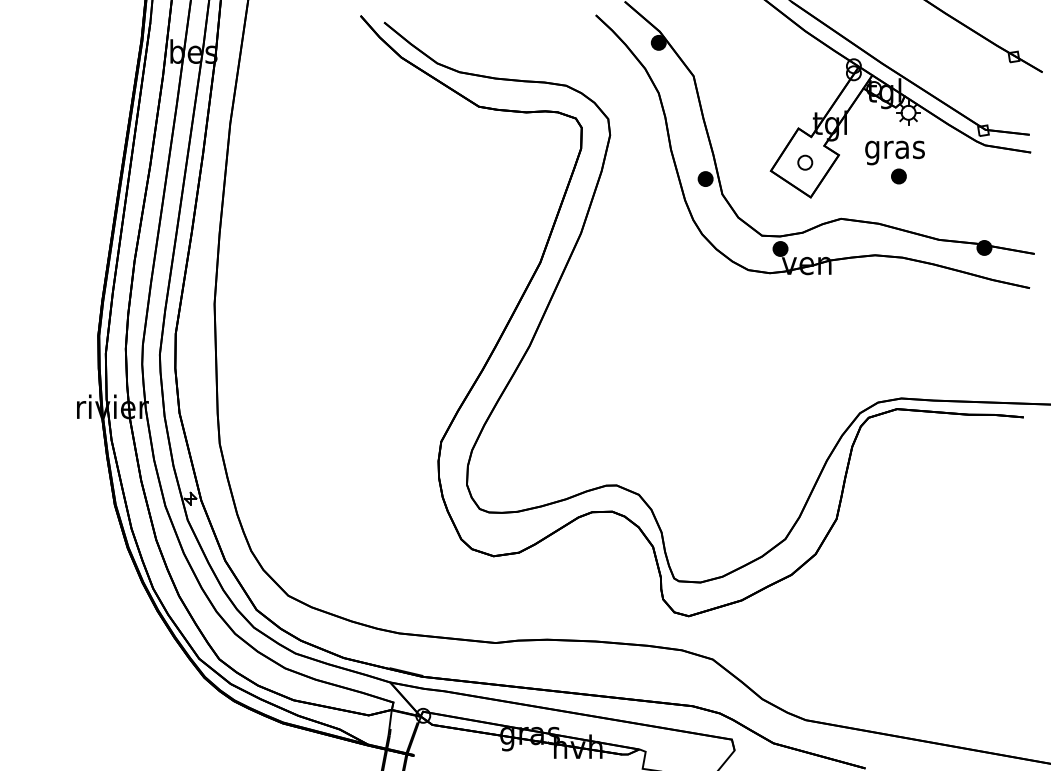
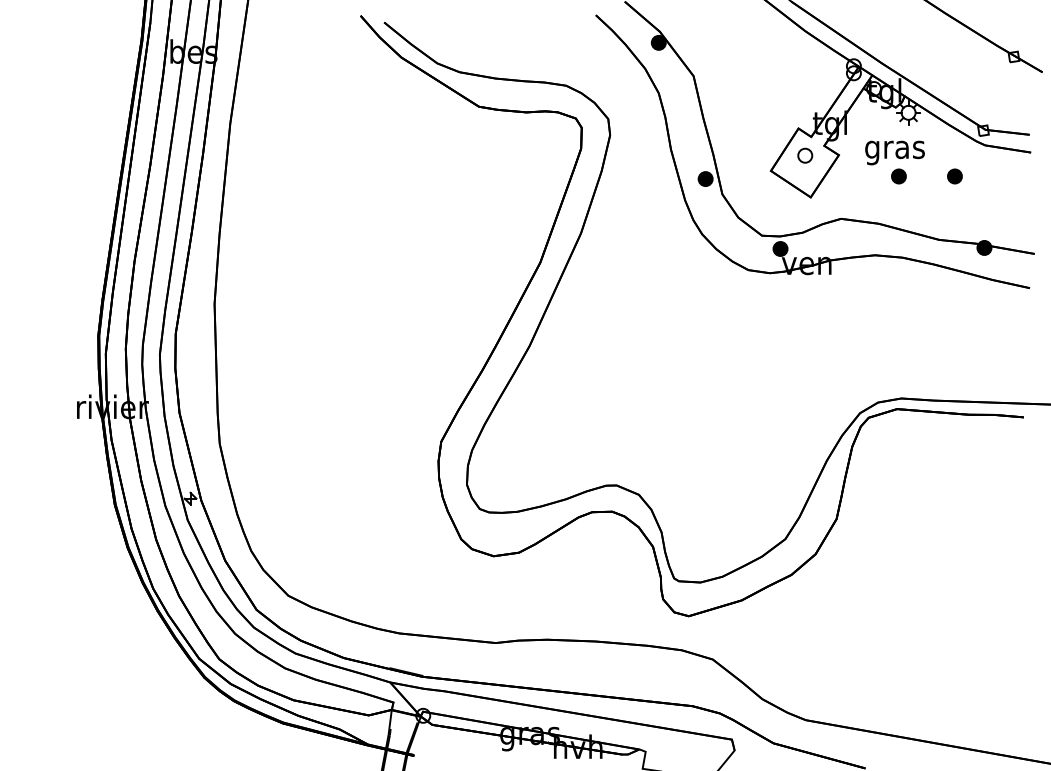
part at (805, 162) position: (805, 162) -> (805, 155)
part at (954, 176): none -> present
